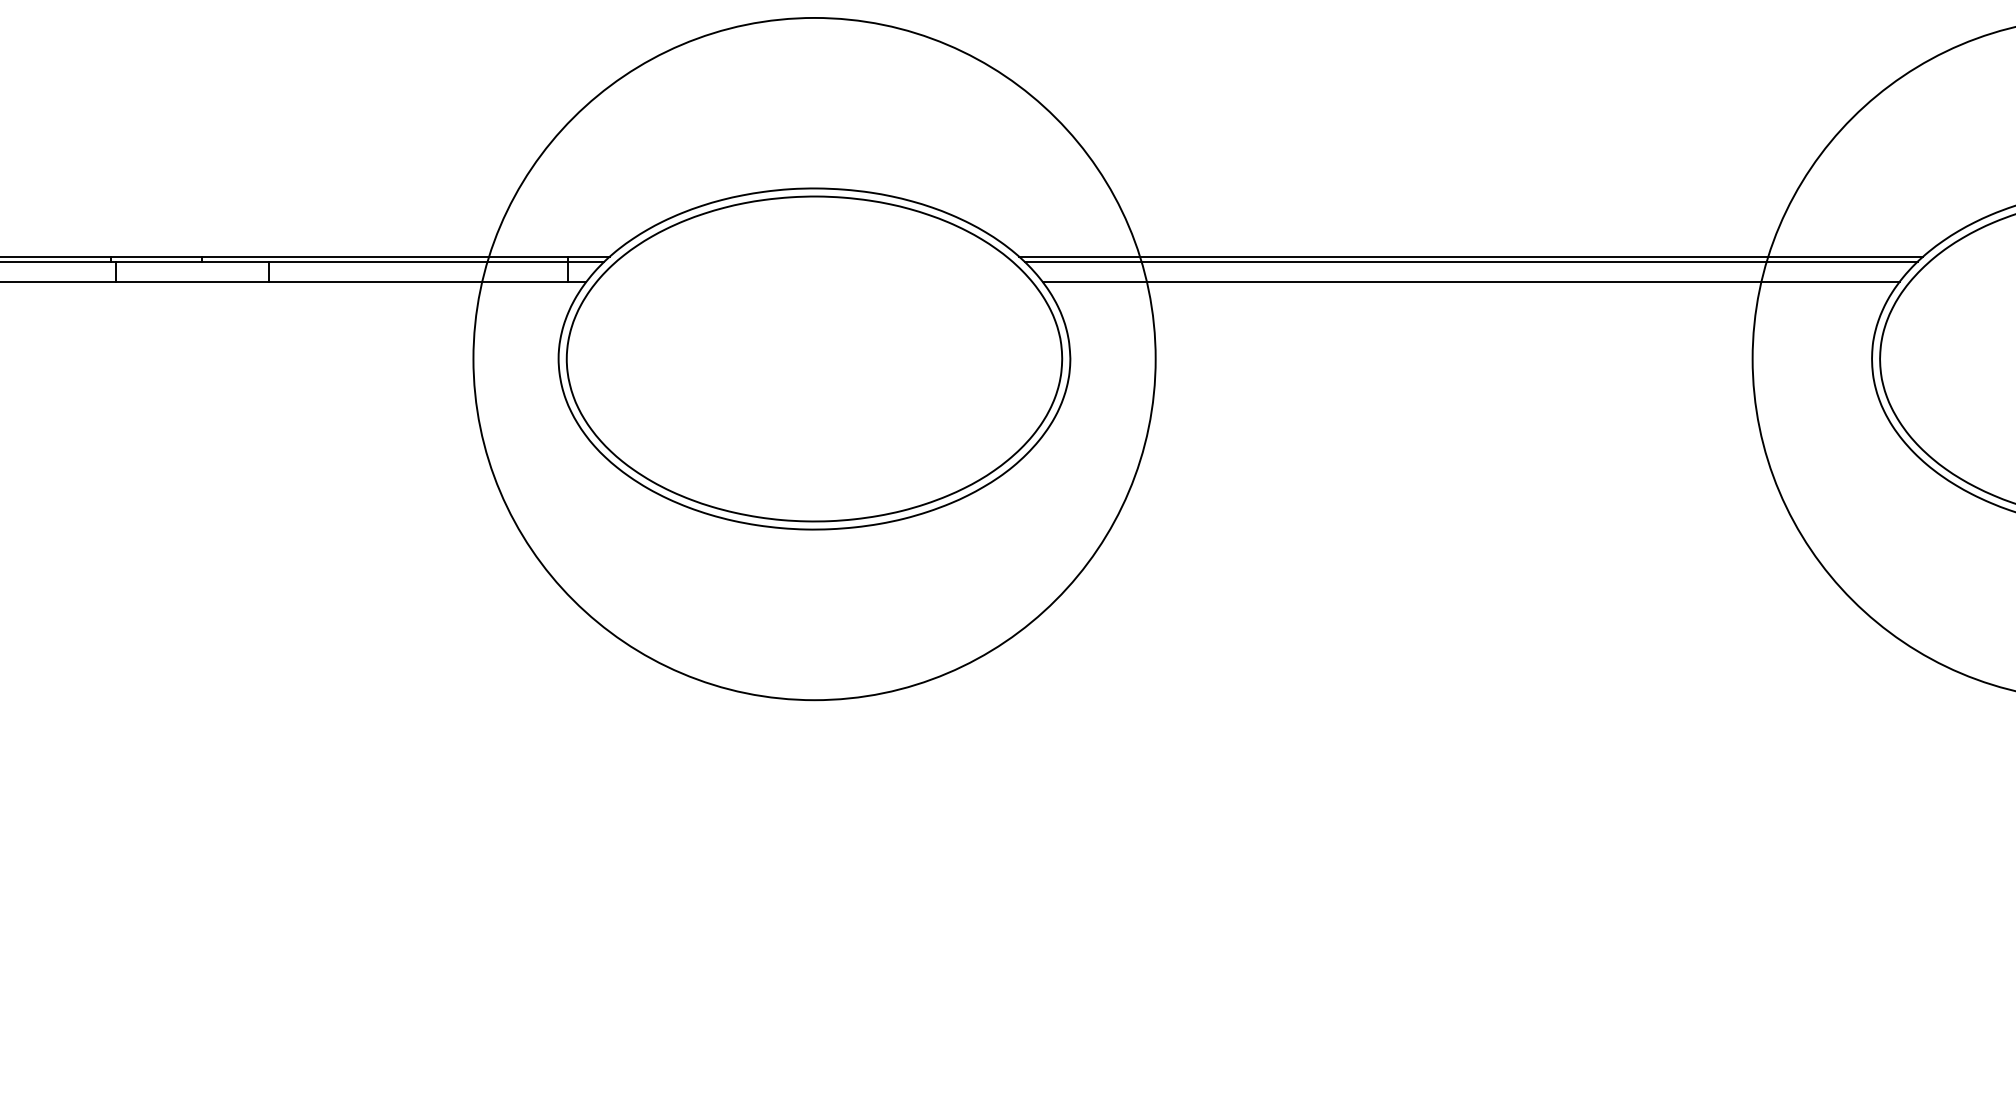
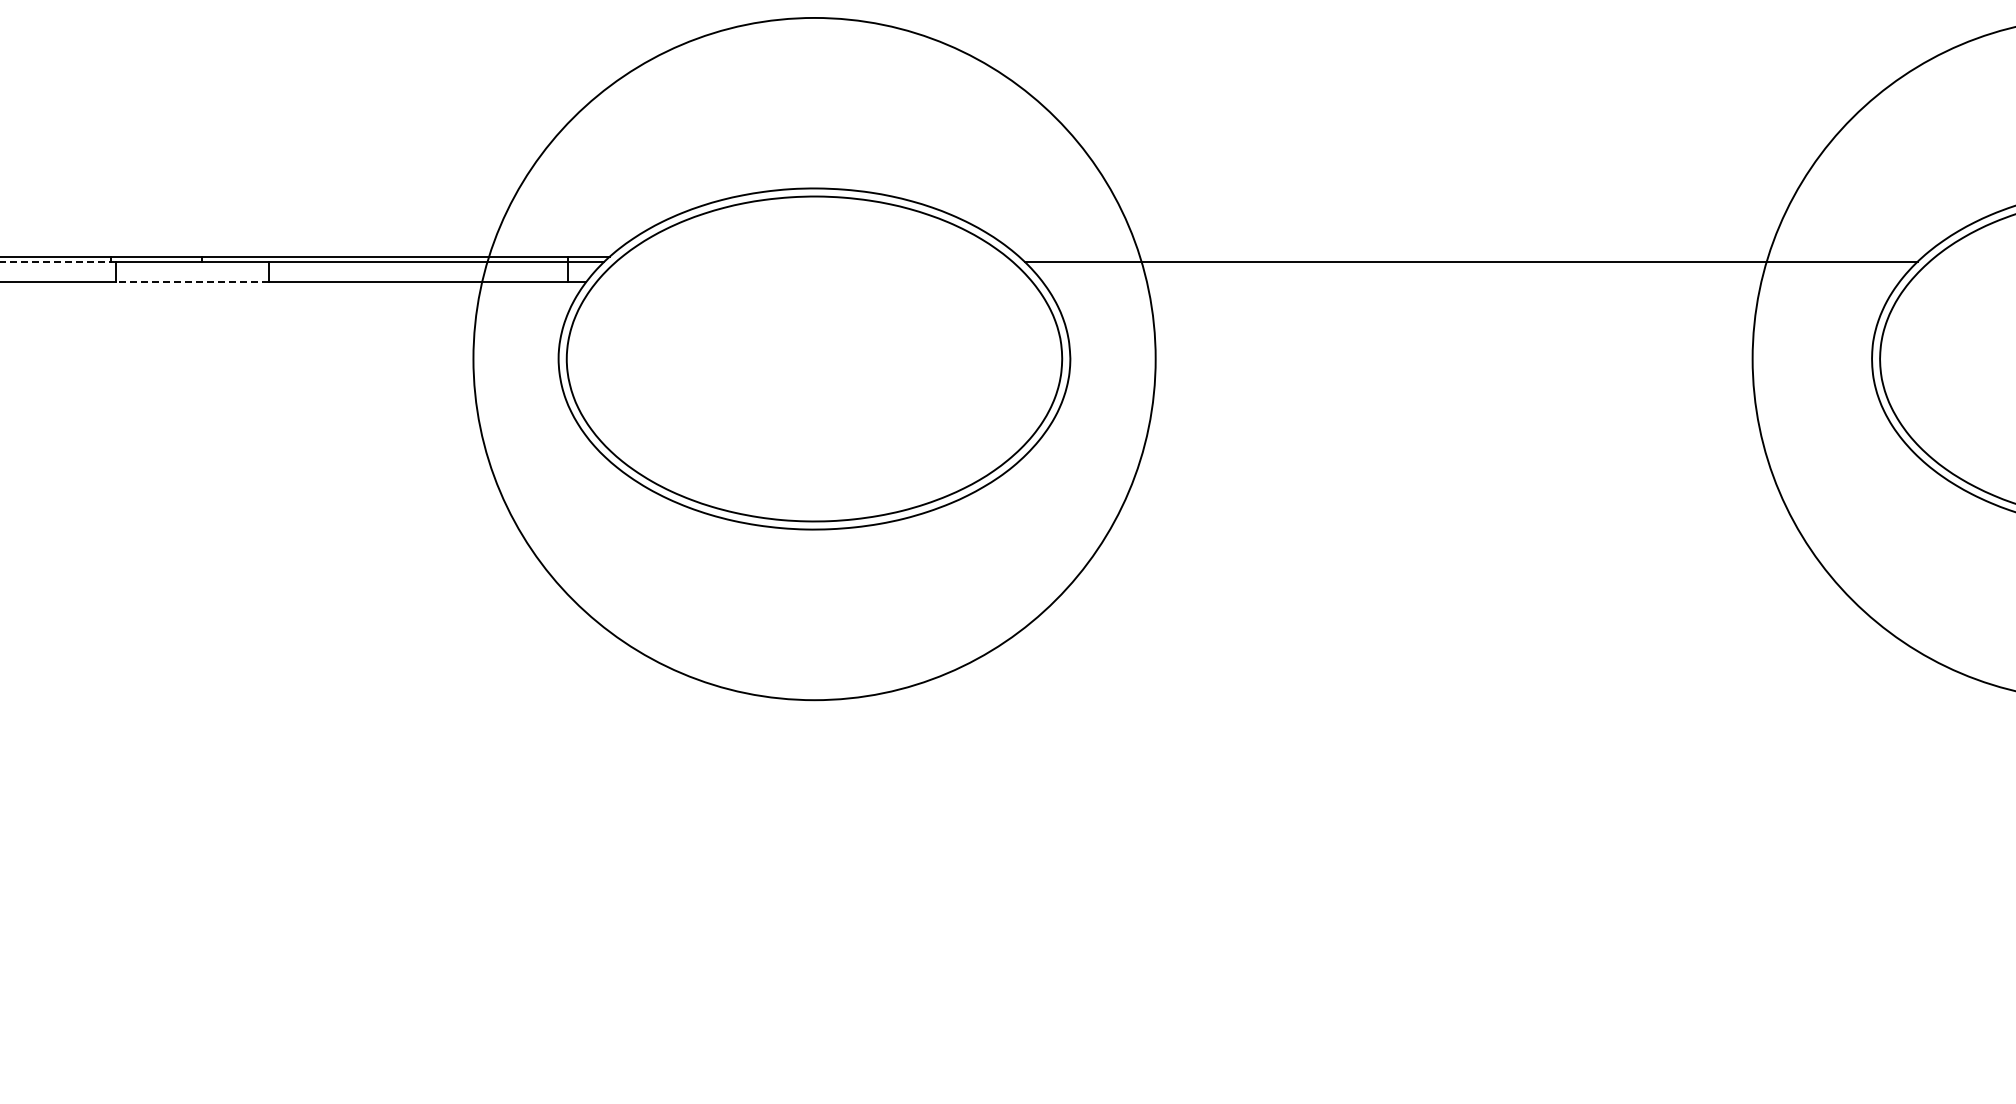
line at (1470, 256): present -> none
line at (58, 261): solid -> dashed
line at (192, 282): solid -> dashed
line at (1470, 282): present -> none
